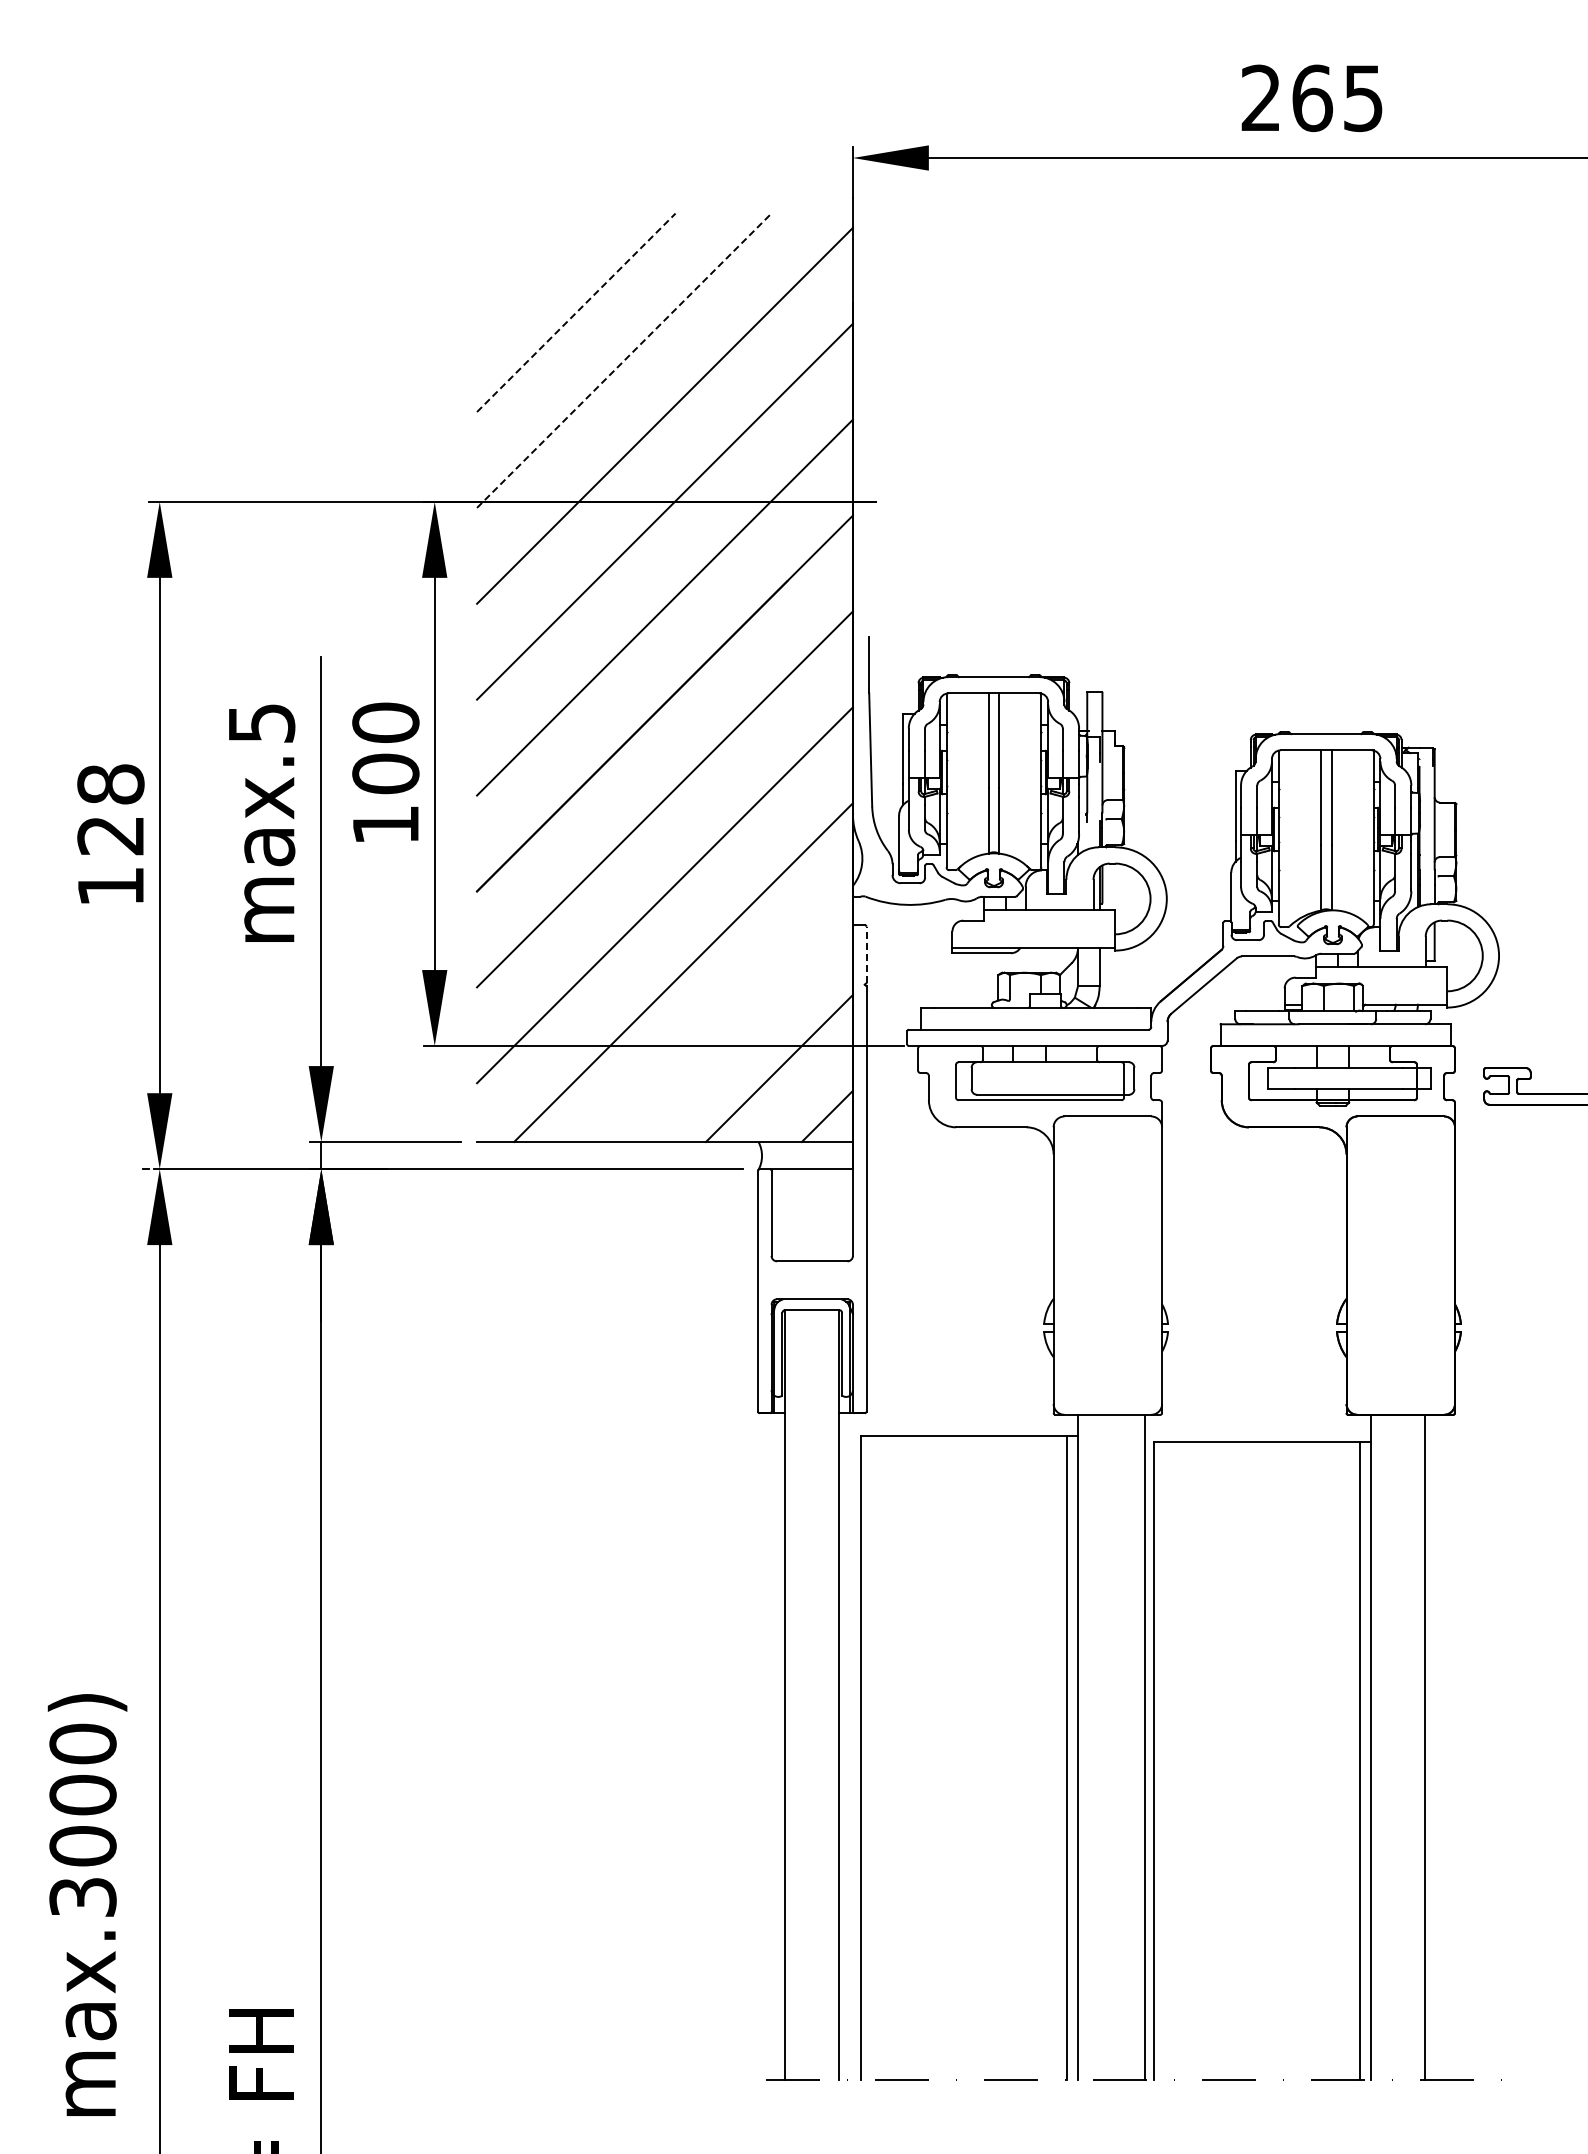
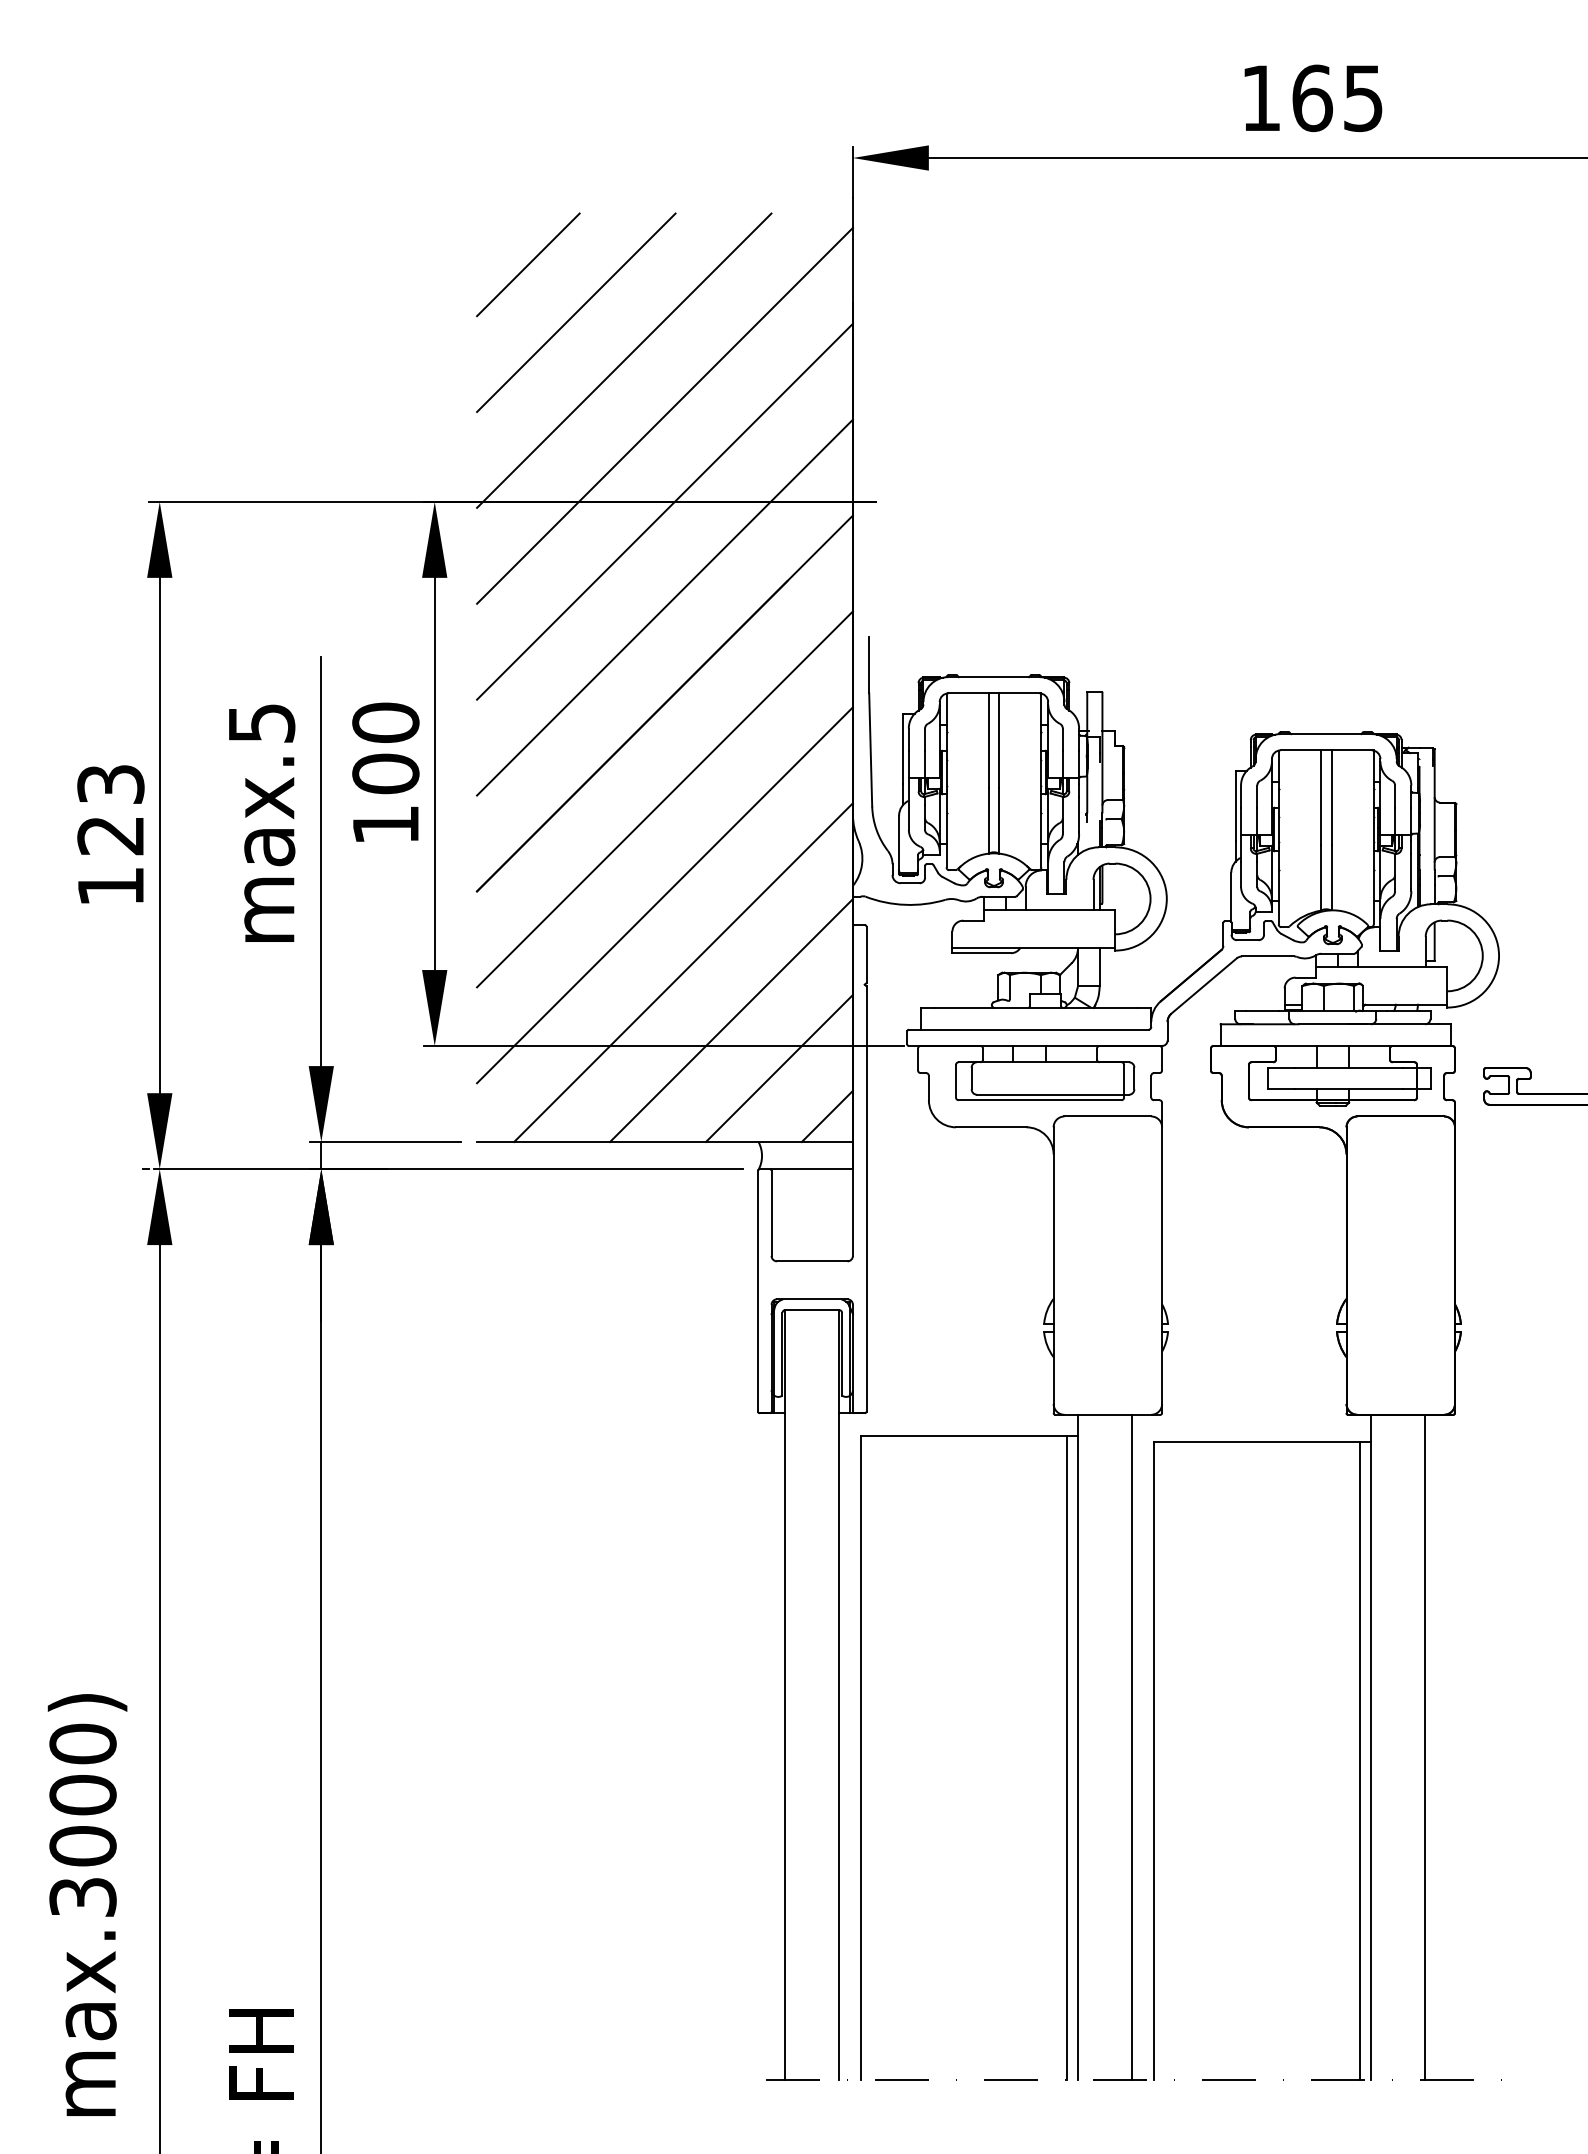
text at (1260, 97): 265 -> 165
line at (528, 264): none -> present
line at (576, 312): dashed -> solid
line at (624, 360): dashed -> solid
text at (110, 784): 128 -> 123
line at (866, 954): dashed -> solid
line at (731, 1020): none -> present
line at (1145, 1746) position: (1145, 1746) -> (1132, 1746)
